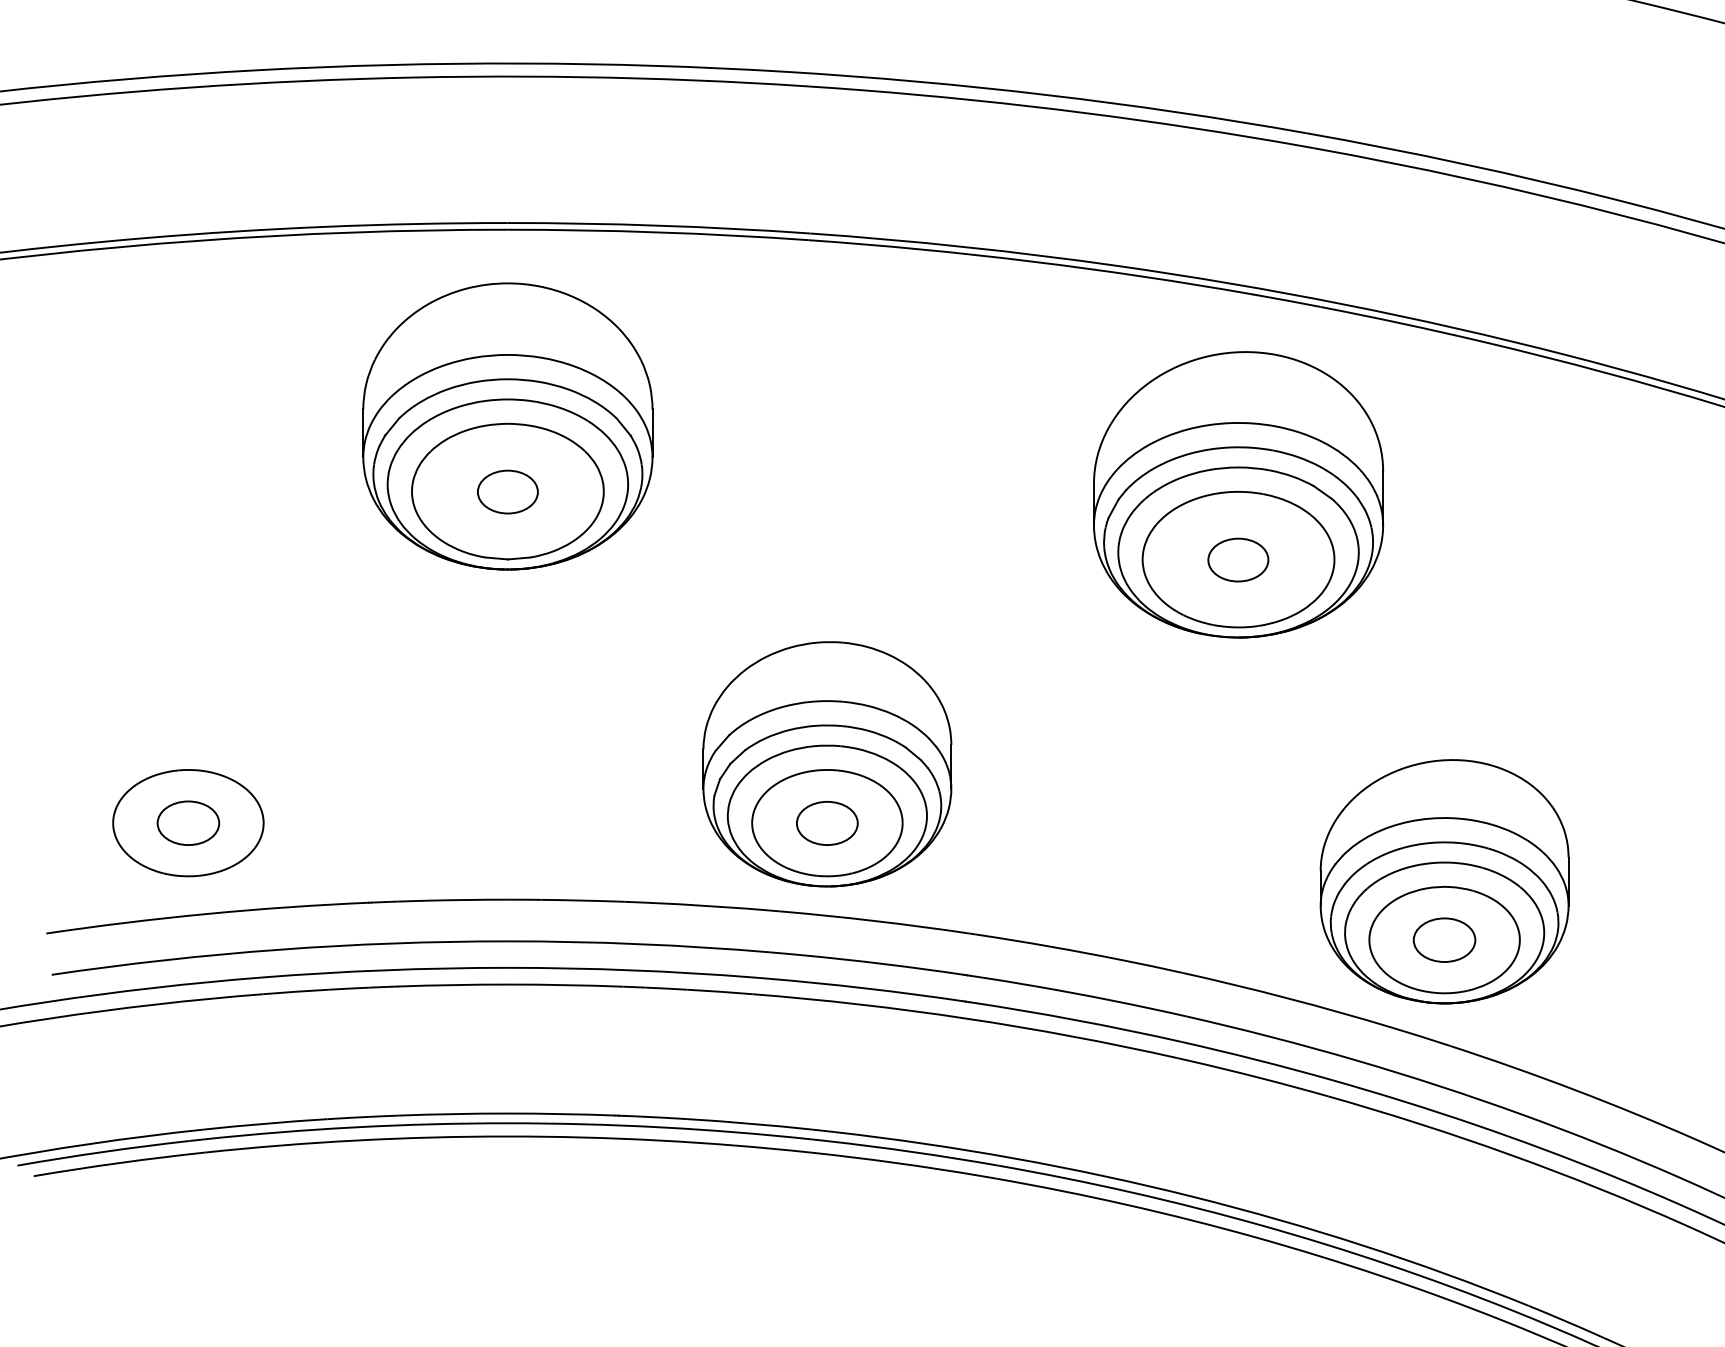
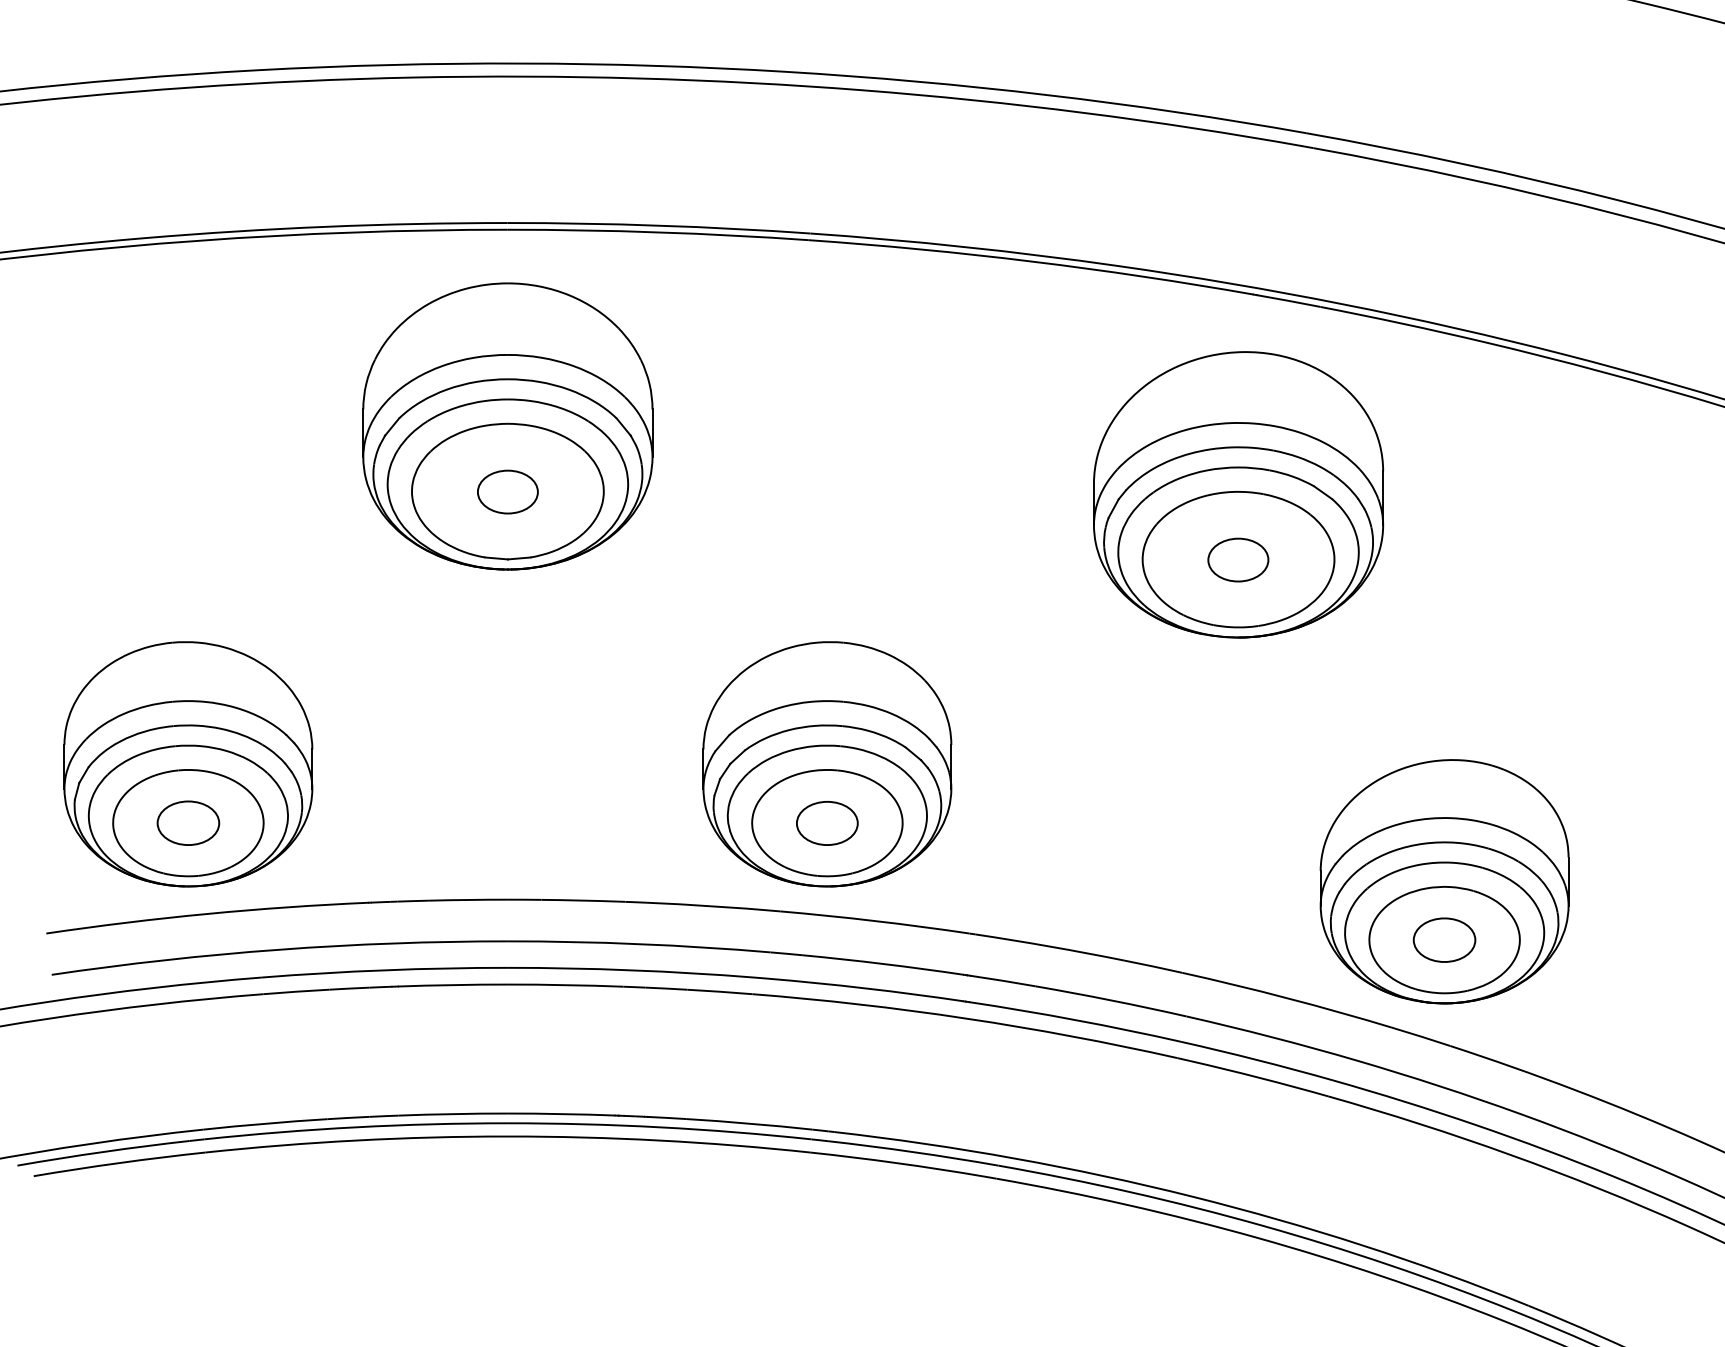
part at (188, 764): none -> present
